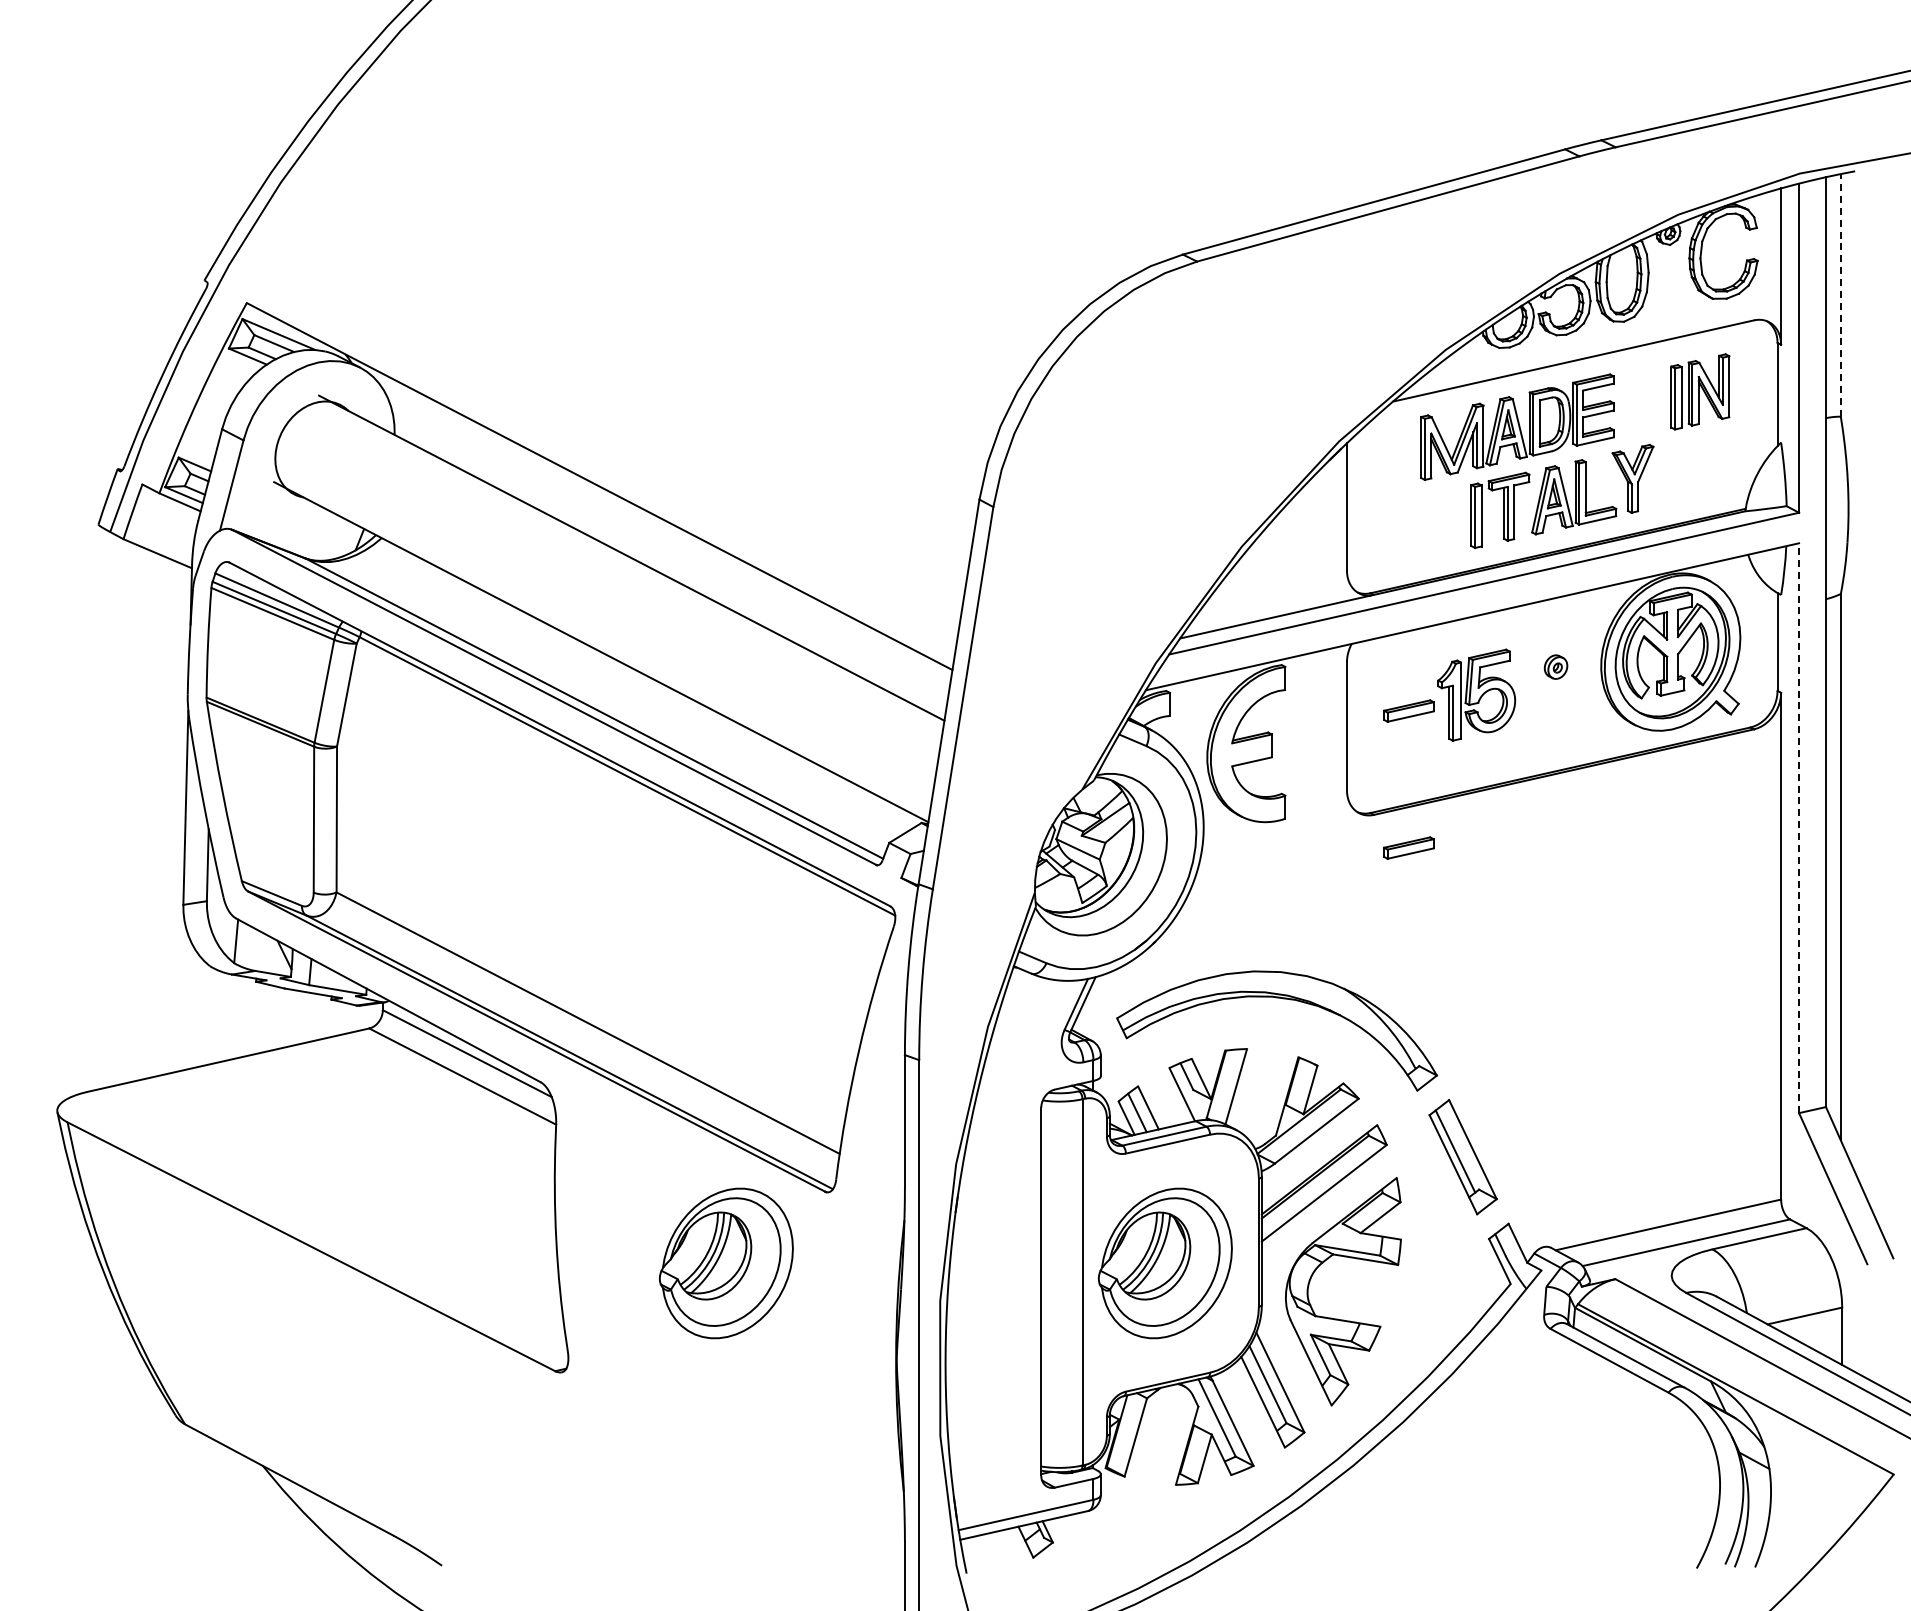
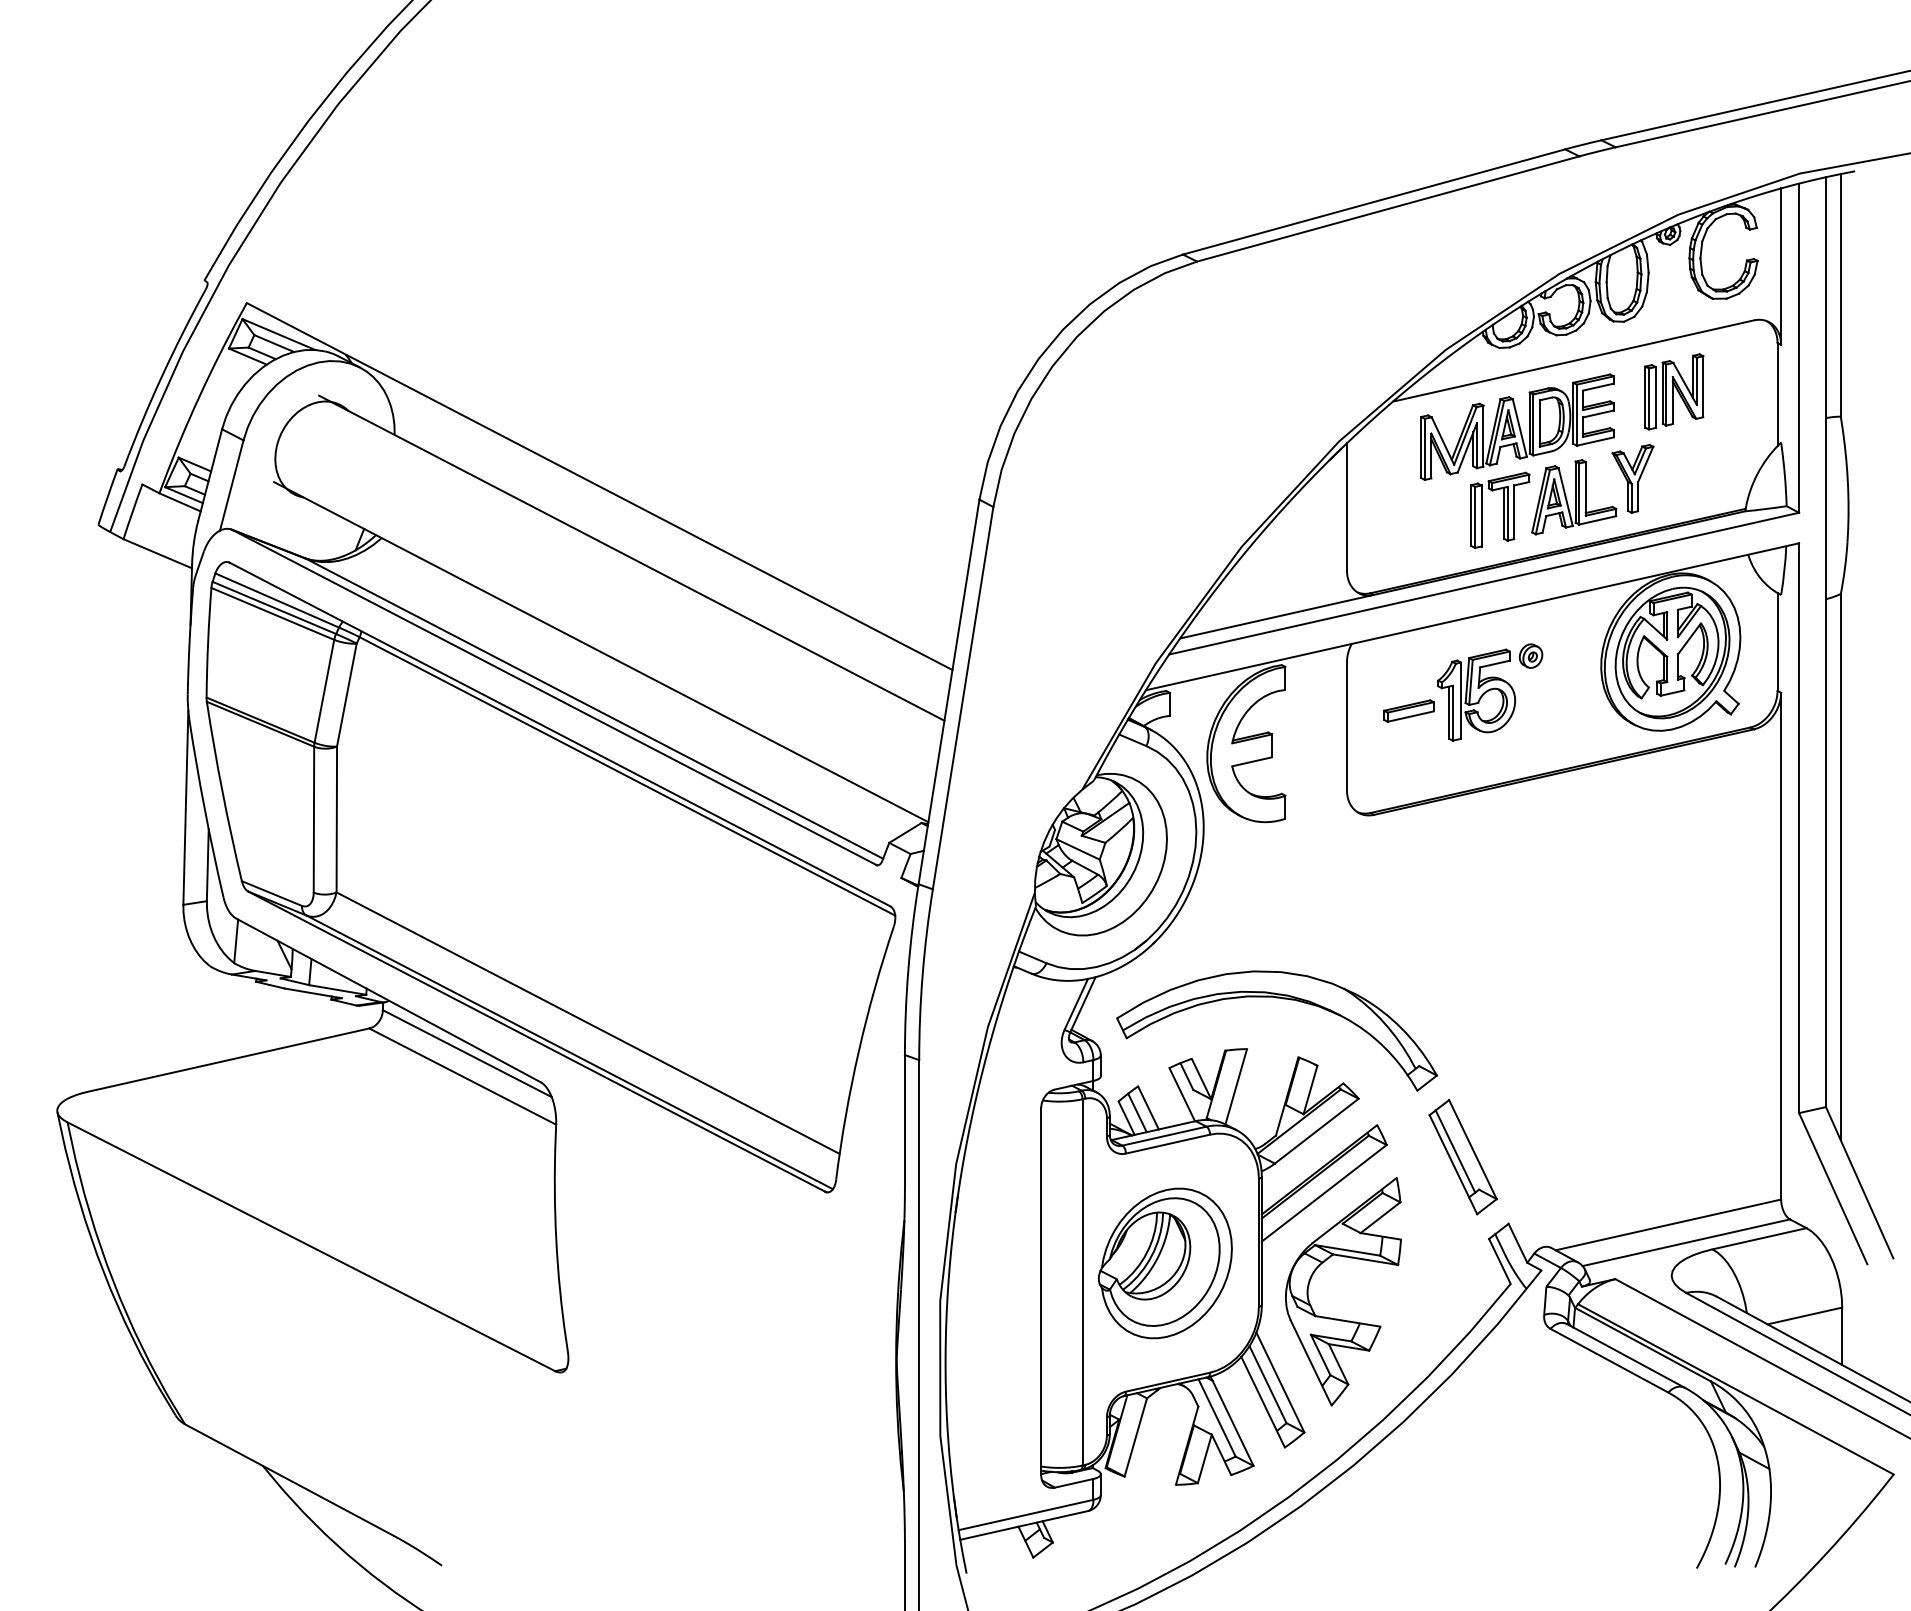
line at (1840, 294): dashed -> solid
part at (1700, 391) position: (1700, 391) -> (1674, 391)
part at (1555, 666) position: (1555, 666) -> (1530, 655)
line at (1799, 828): dashed -> solid
part at (1408, 847): present -> none
part at (726, 1263): present -> none
